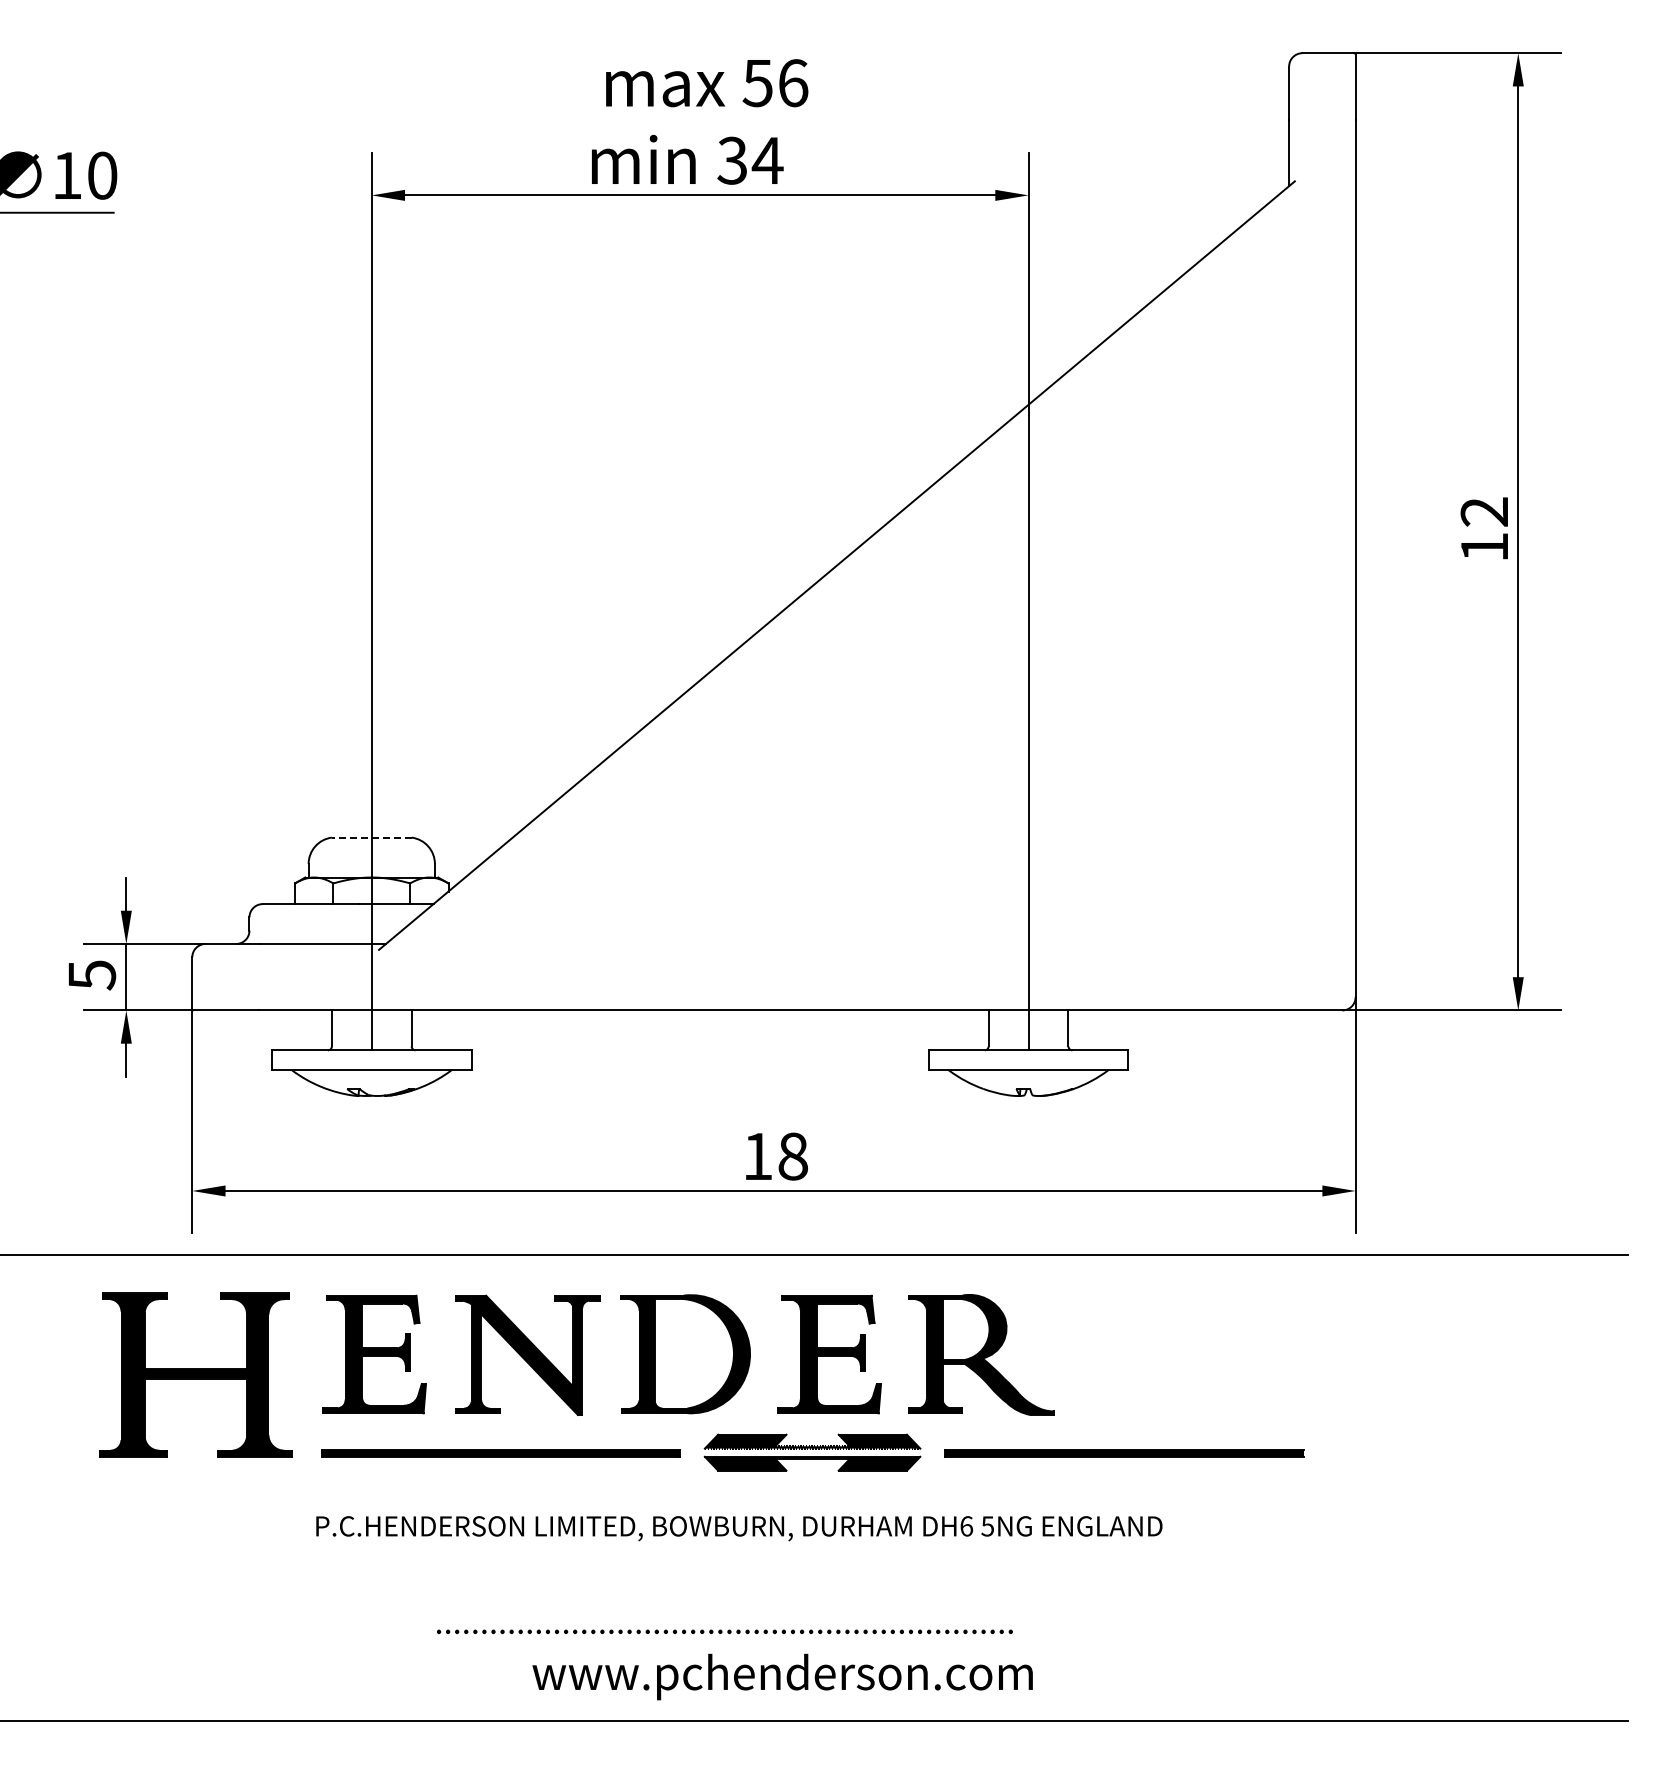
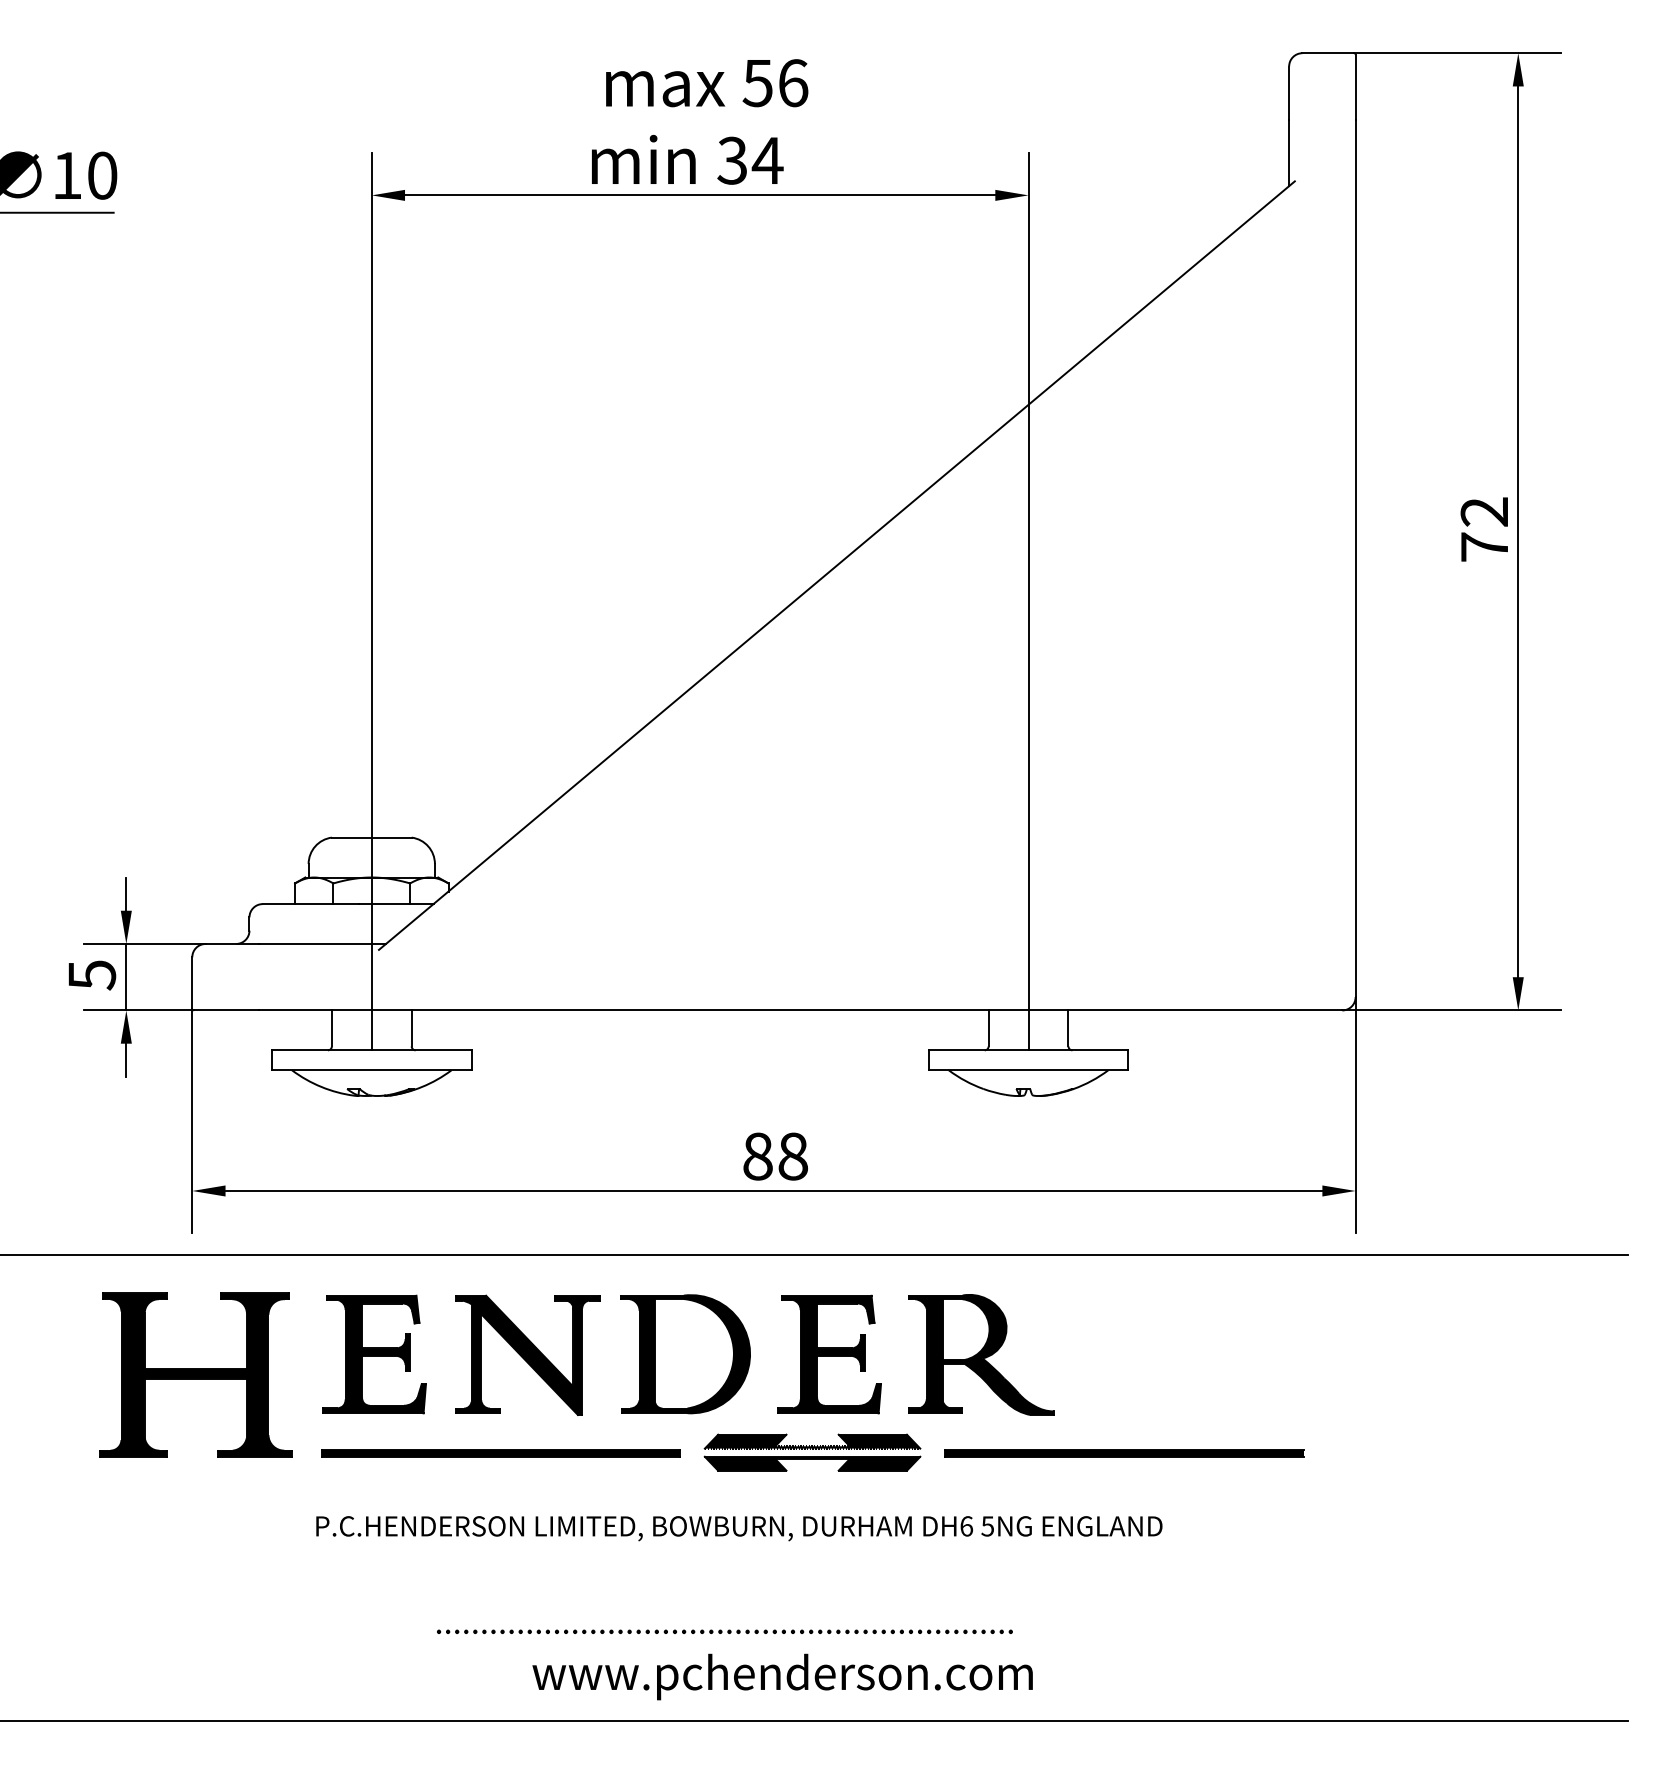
text at (1484, 546): 12 -> 72
line at (371, 837): dashed -> solid
text at (757, 1156): 18 -> 88
